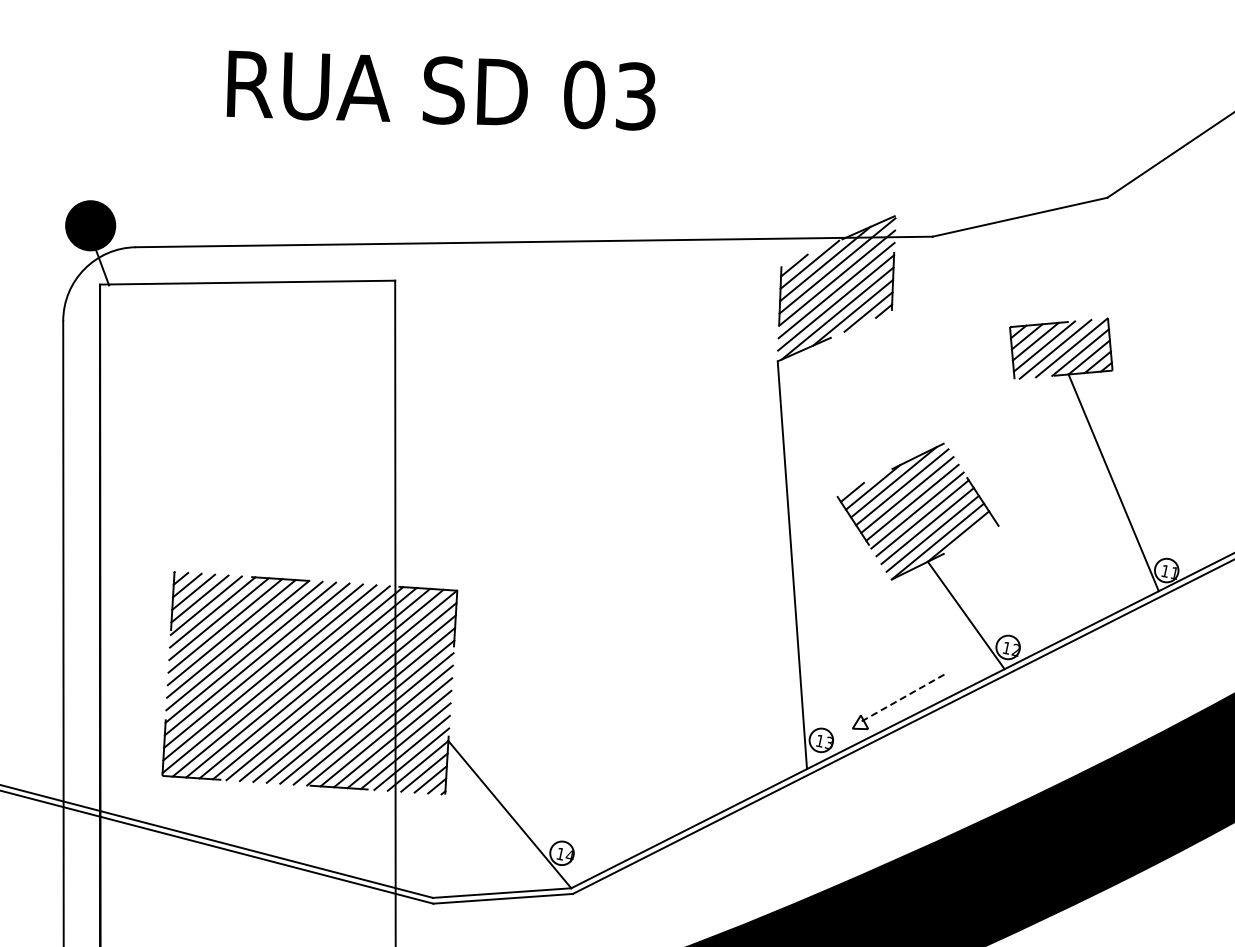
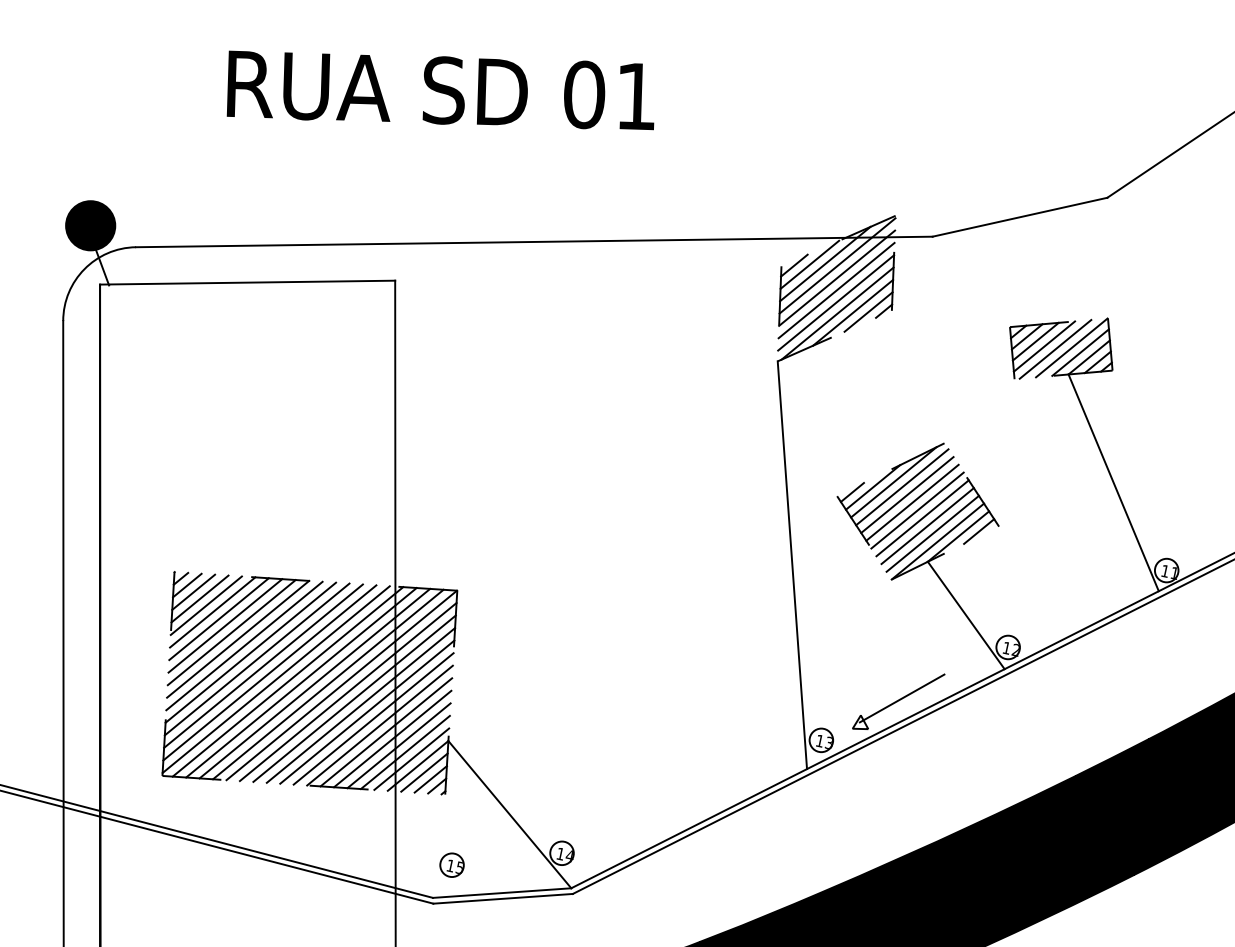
text at (635, 96): 03 -> 01
line at (979, 531): none -> present
line at (902, 698): dashed -> solid
part at (451, 864): none -> present
